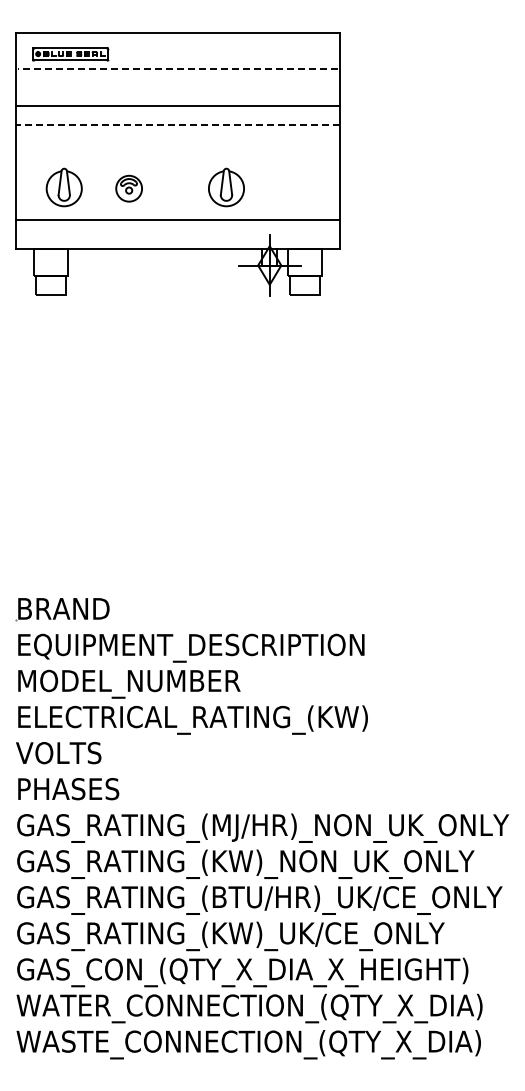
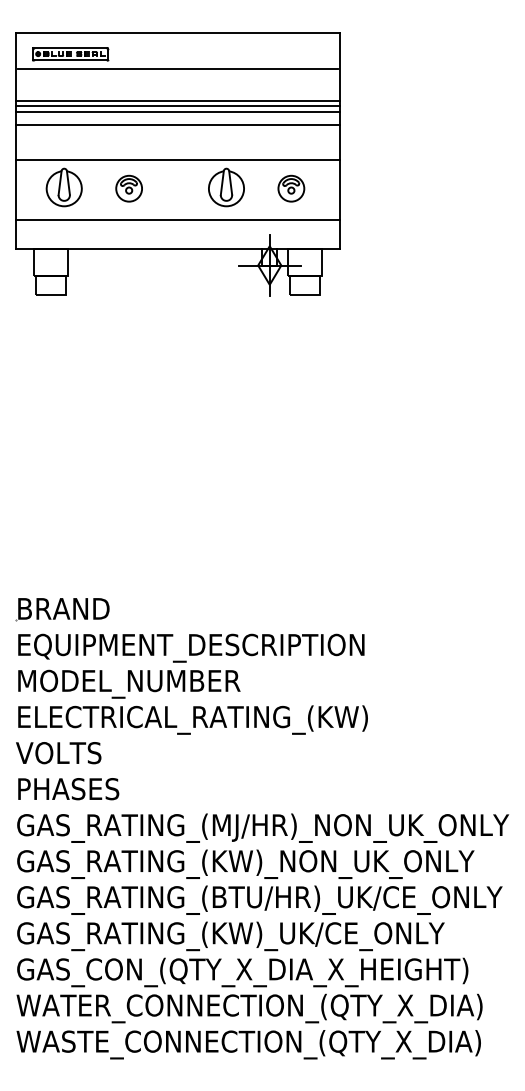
line at (177, 69): dashed -> solid
line at (177, 101): none -> present
line at (177, 111): none -> present
line at (177, 124): dashed -> solid
line at (177, 160): none -> present
part at (291, 188): none -> present
